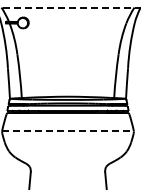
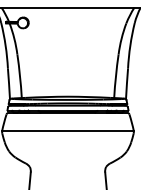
line at (70, 7): dashed -> solid
line at (67, 131): dashed -> solid
